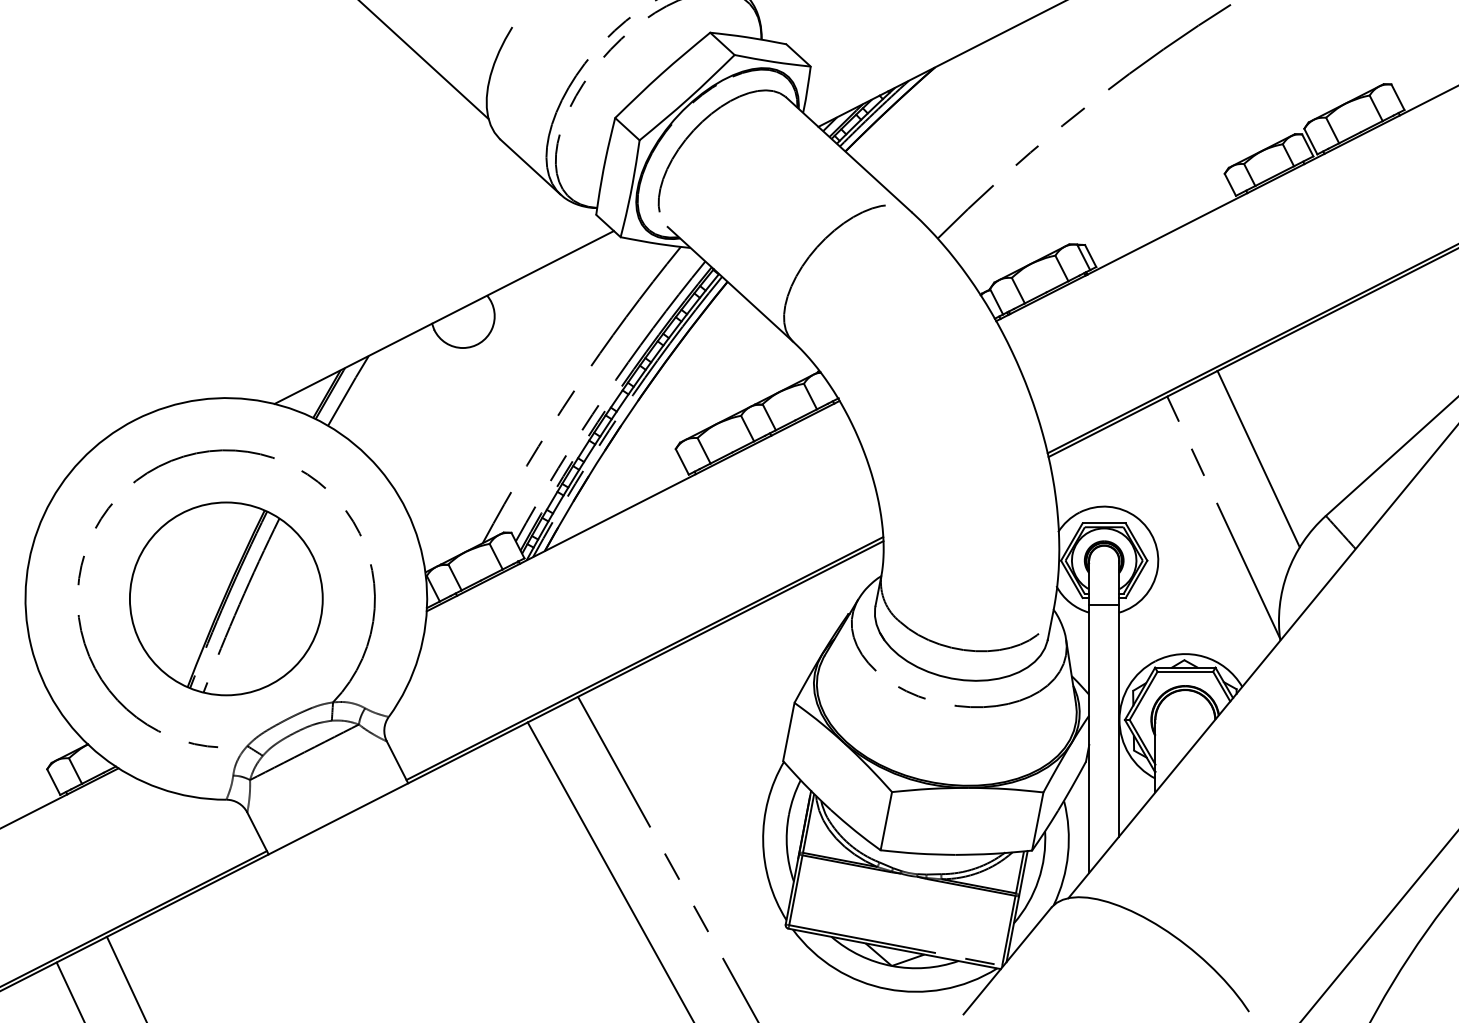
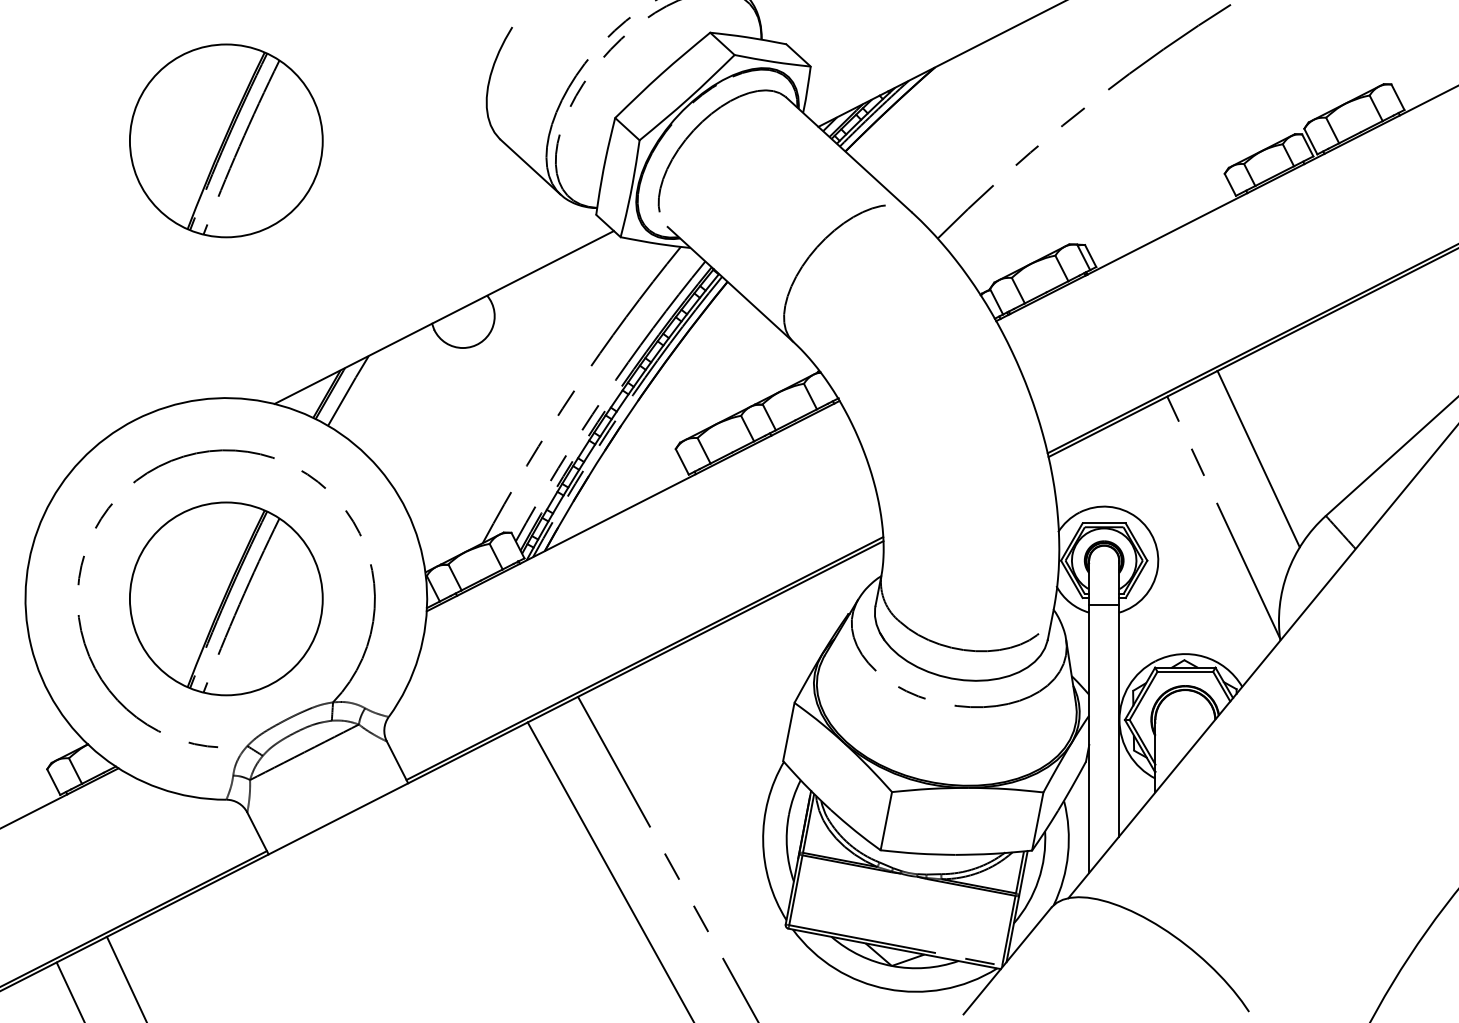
line at (424, 60): present -> none
part at (226, 140): none -> present
line at (1378, 926): present -> none
